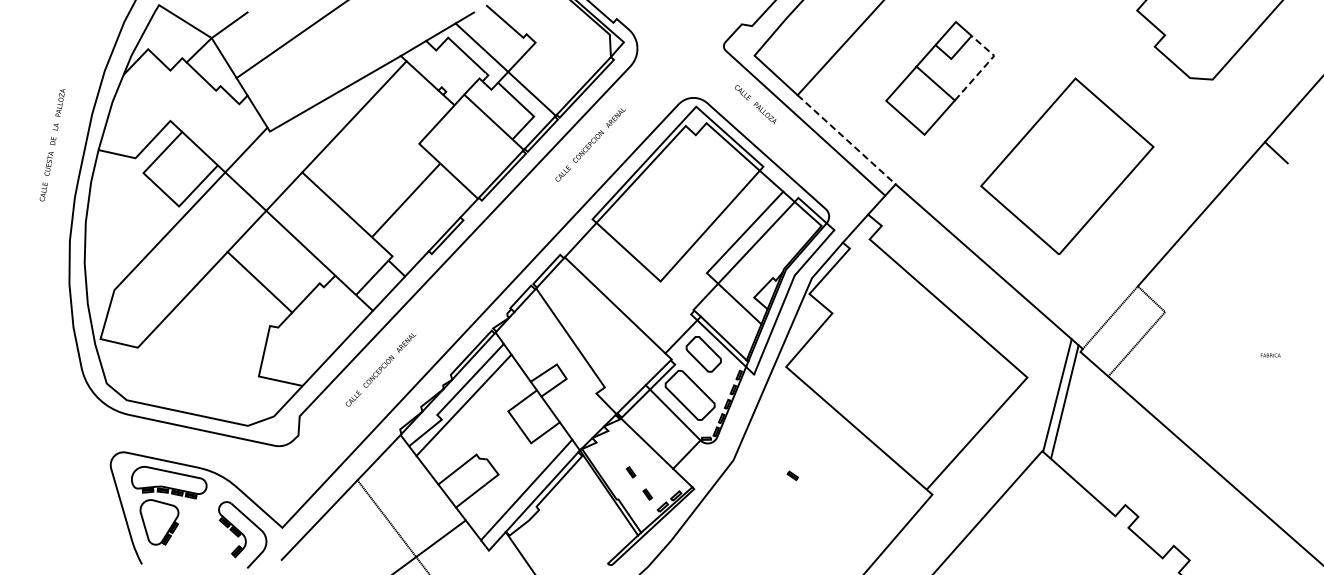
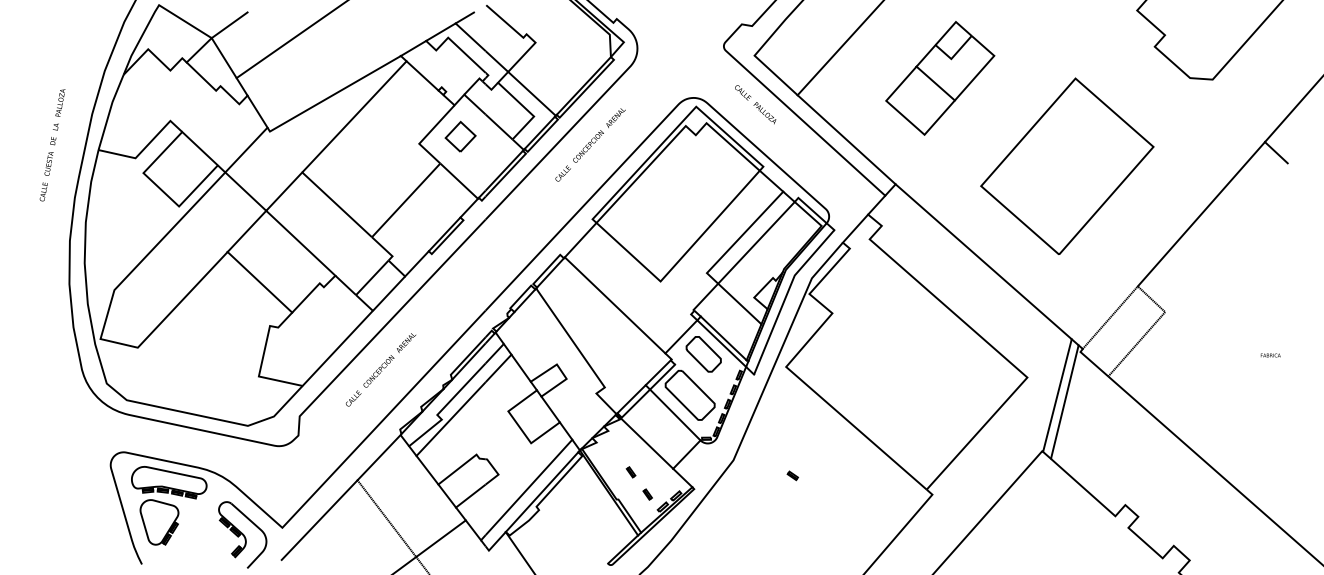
line at (985, 66): dashed -> solid
part at (460, 136): none -> present
line at (846, 139): dashed -> solid
